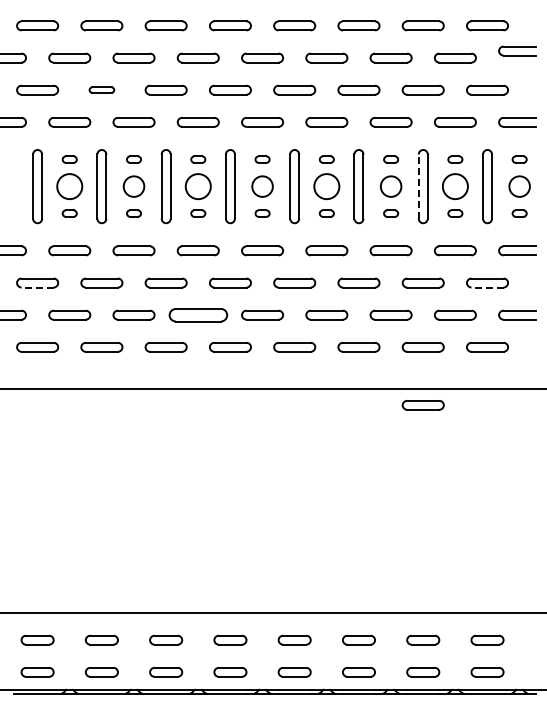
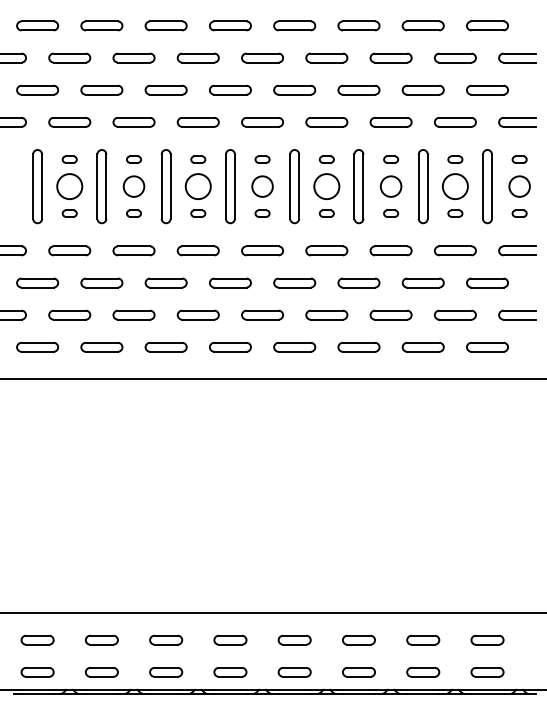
part at (517, 50) position: (517, 50) -> (517, 57)
part at (101, 89) size: 28x8 px -> 44x12 px
line at (418, 186): dashed -> solid
line at (37, 287): dashed -> solid
line at (487, 287): dashed -> solid
part at (198, 315) size: 61x15 px -> 44x12 px
line at (272, 389) position: (272, 389) -> (272, 379)
part at (422, 405): present -> none
